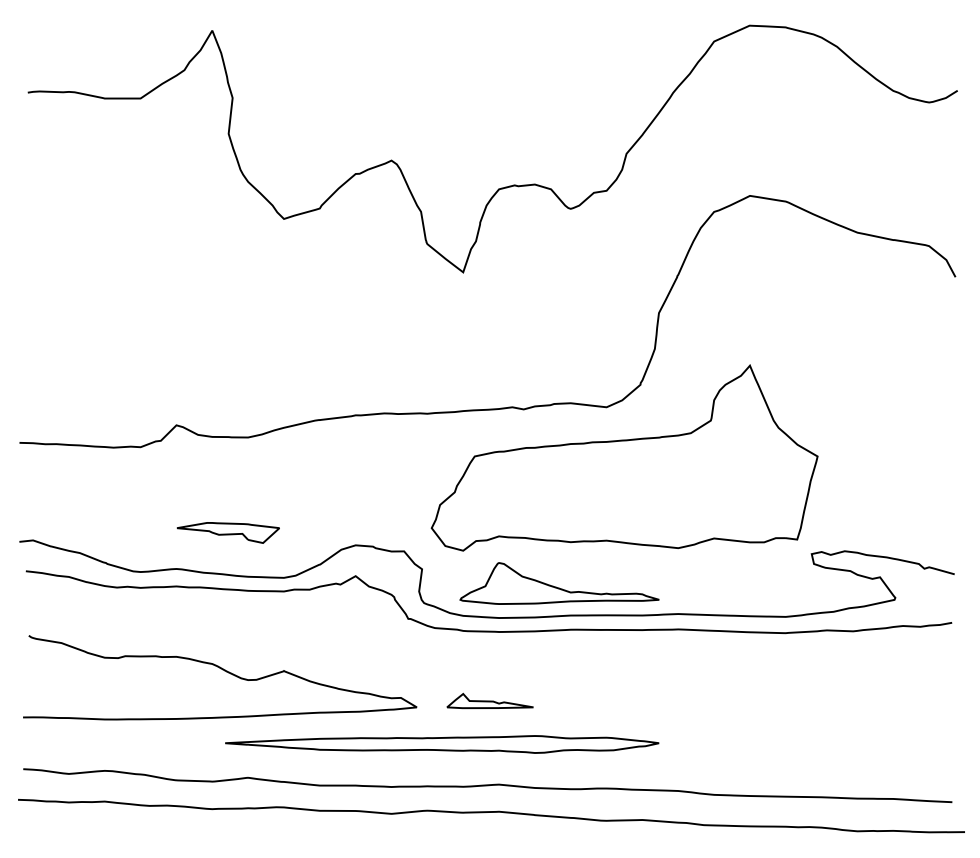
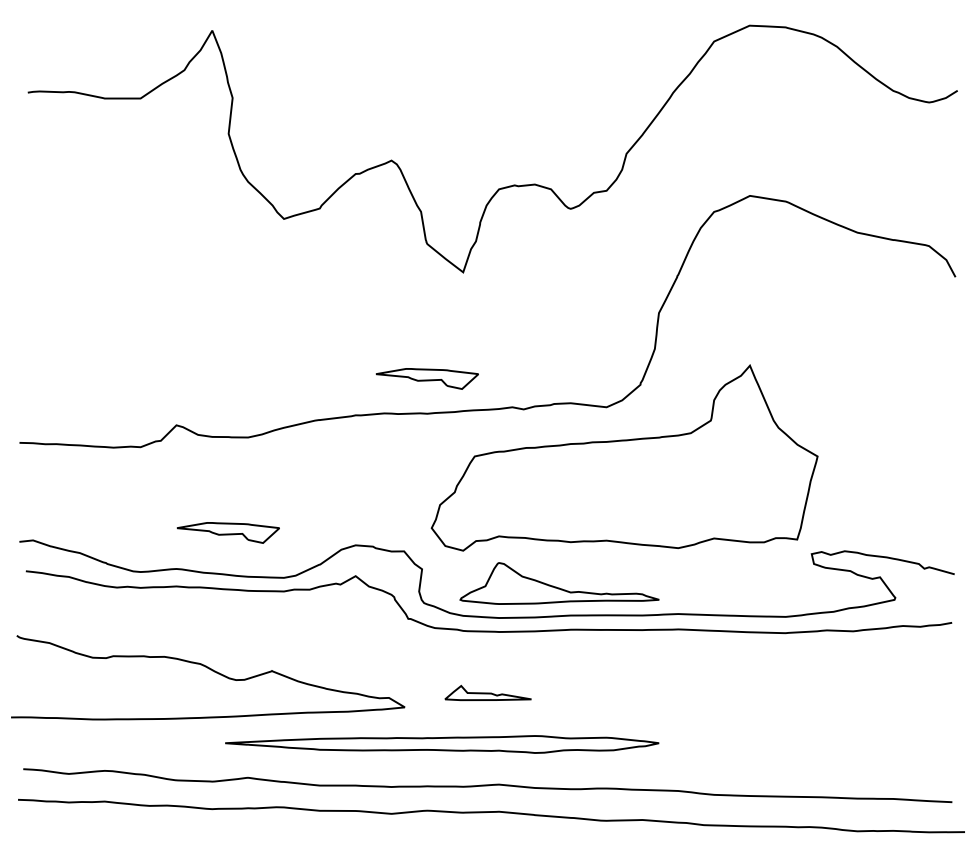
part at (426, 378): none -> present
curve at (224, 671) position: (224, 671) -> (212, 671)
part at (489, 700) position: (489, 700) -> (487, 692)
